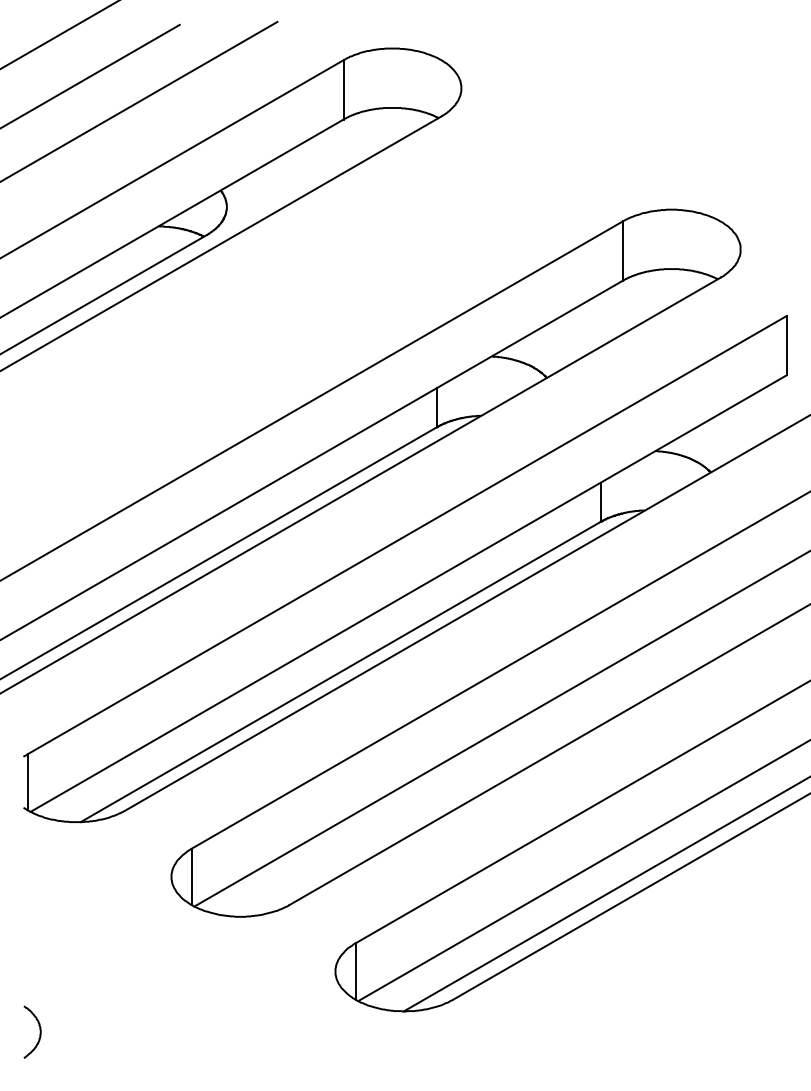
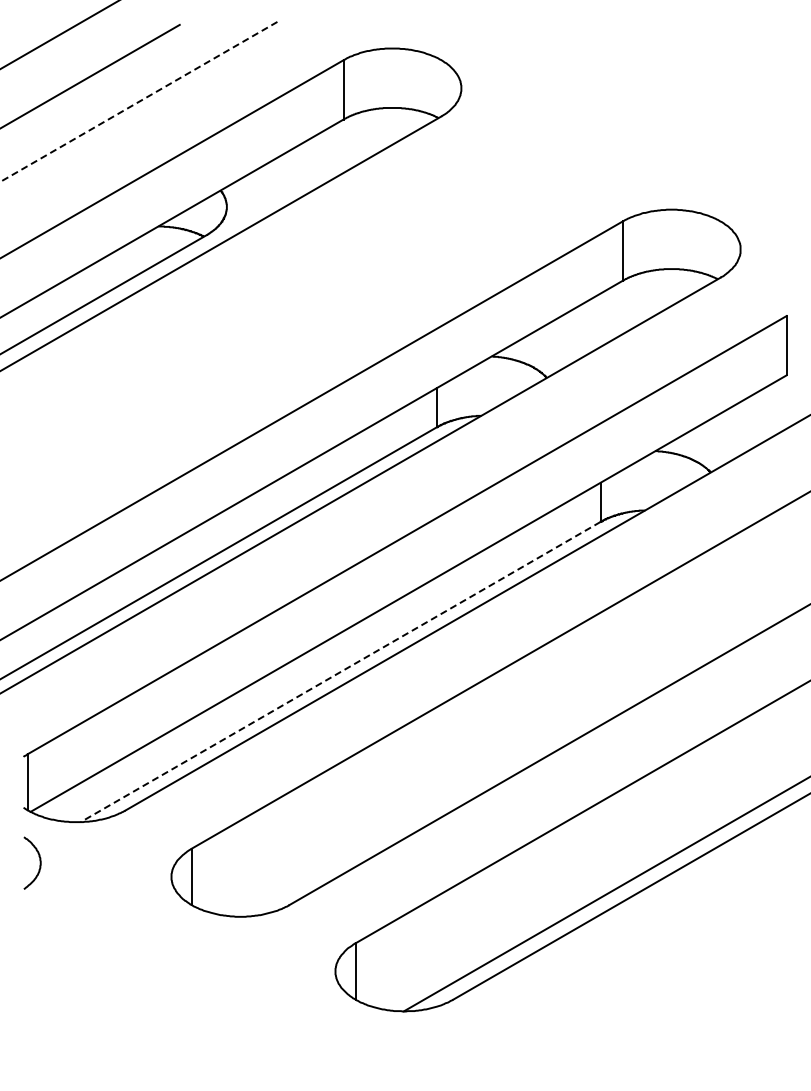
line at (138, 101): solid -> dashed
line at (340, 672): solid -> dashed
line at (500, 729): present -> none
line at (582, 871): present -> none
curve at (39, 1031) position: (39, 1031) -> (39, 862)
